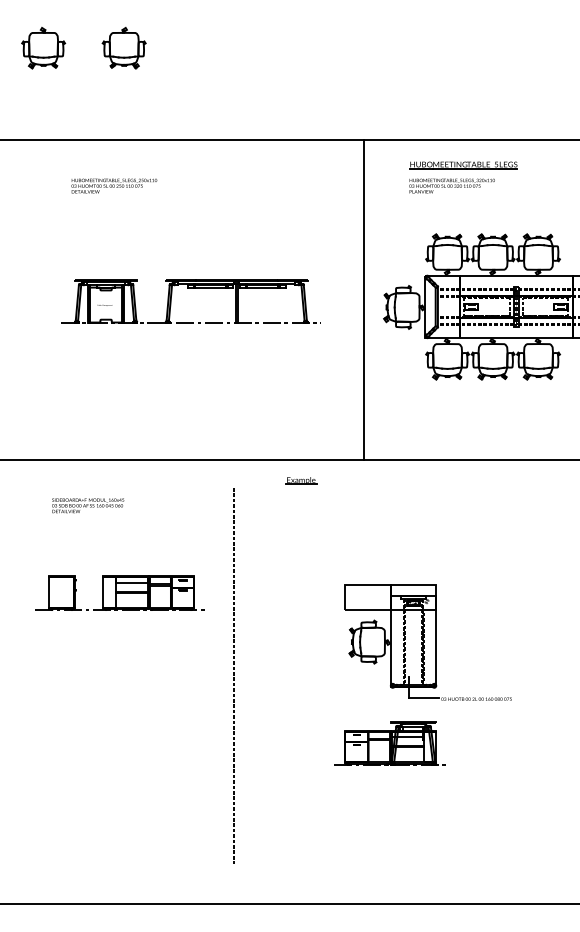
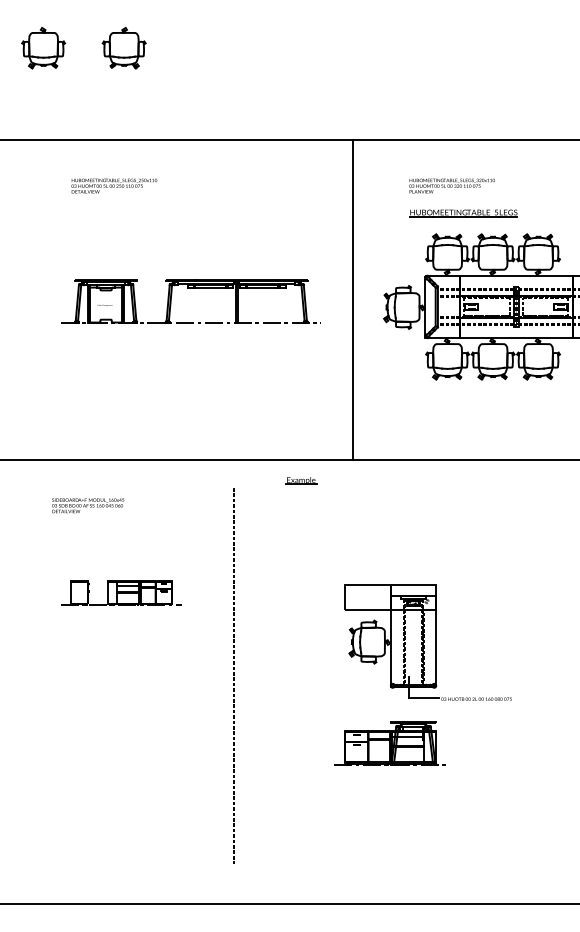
part at (463, 165) position: (463, 165) -> (463, 213)
line at (363, 299) position: (363, 299) -> (352, 299)
part at (119, 592) size: 170x36 px -> 121x26 px
